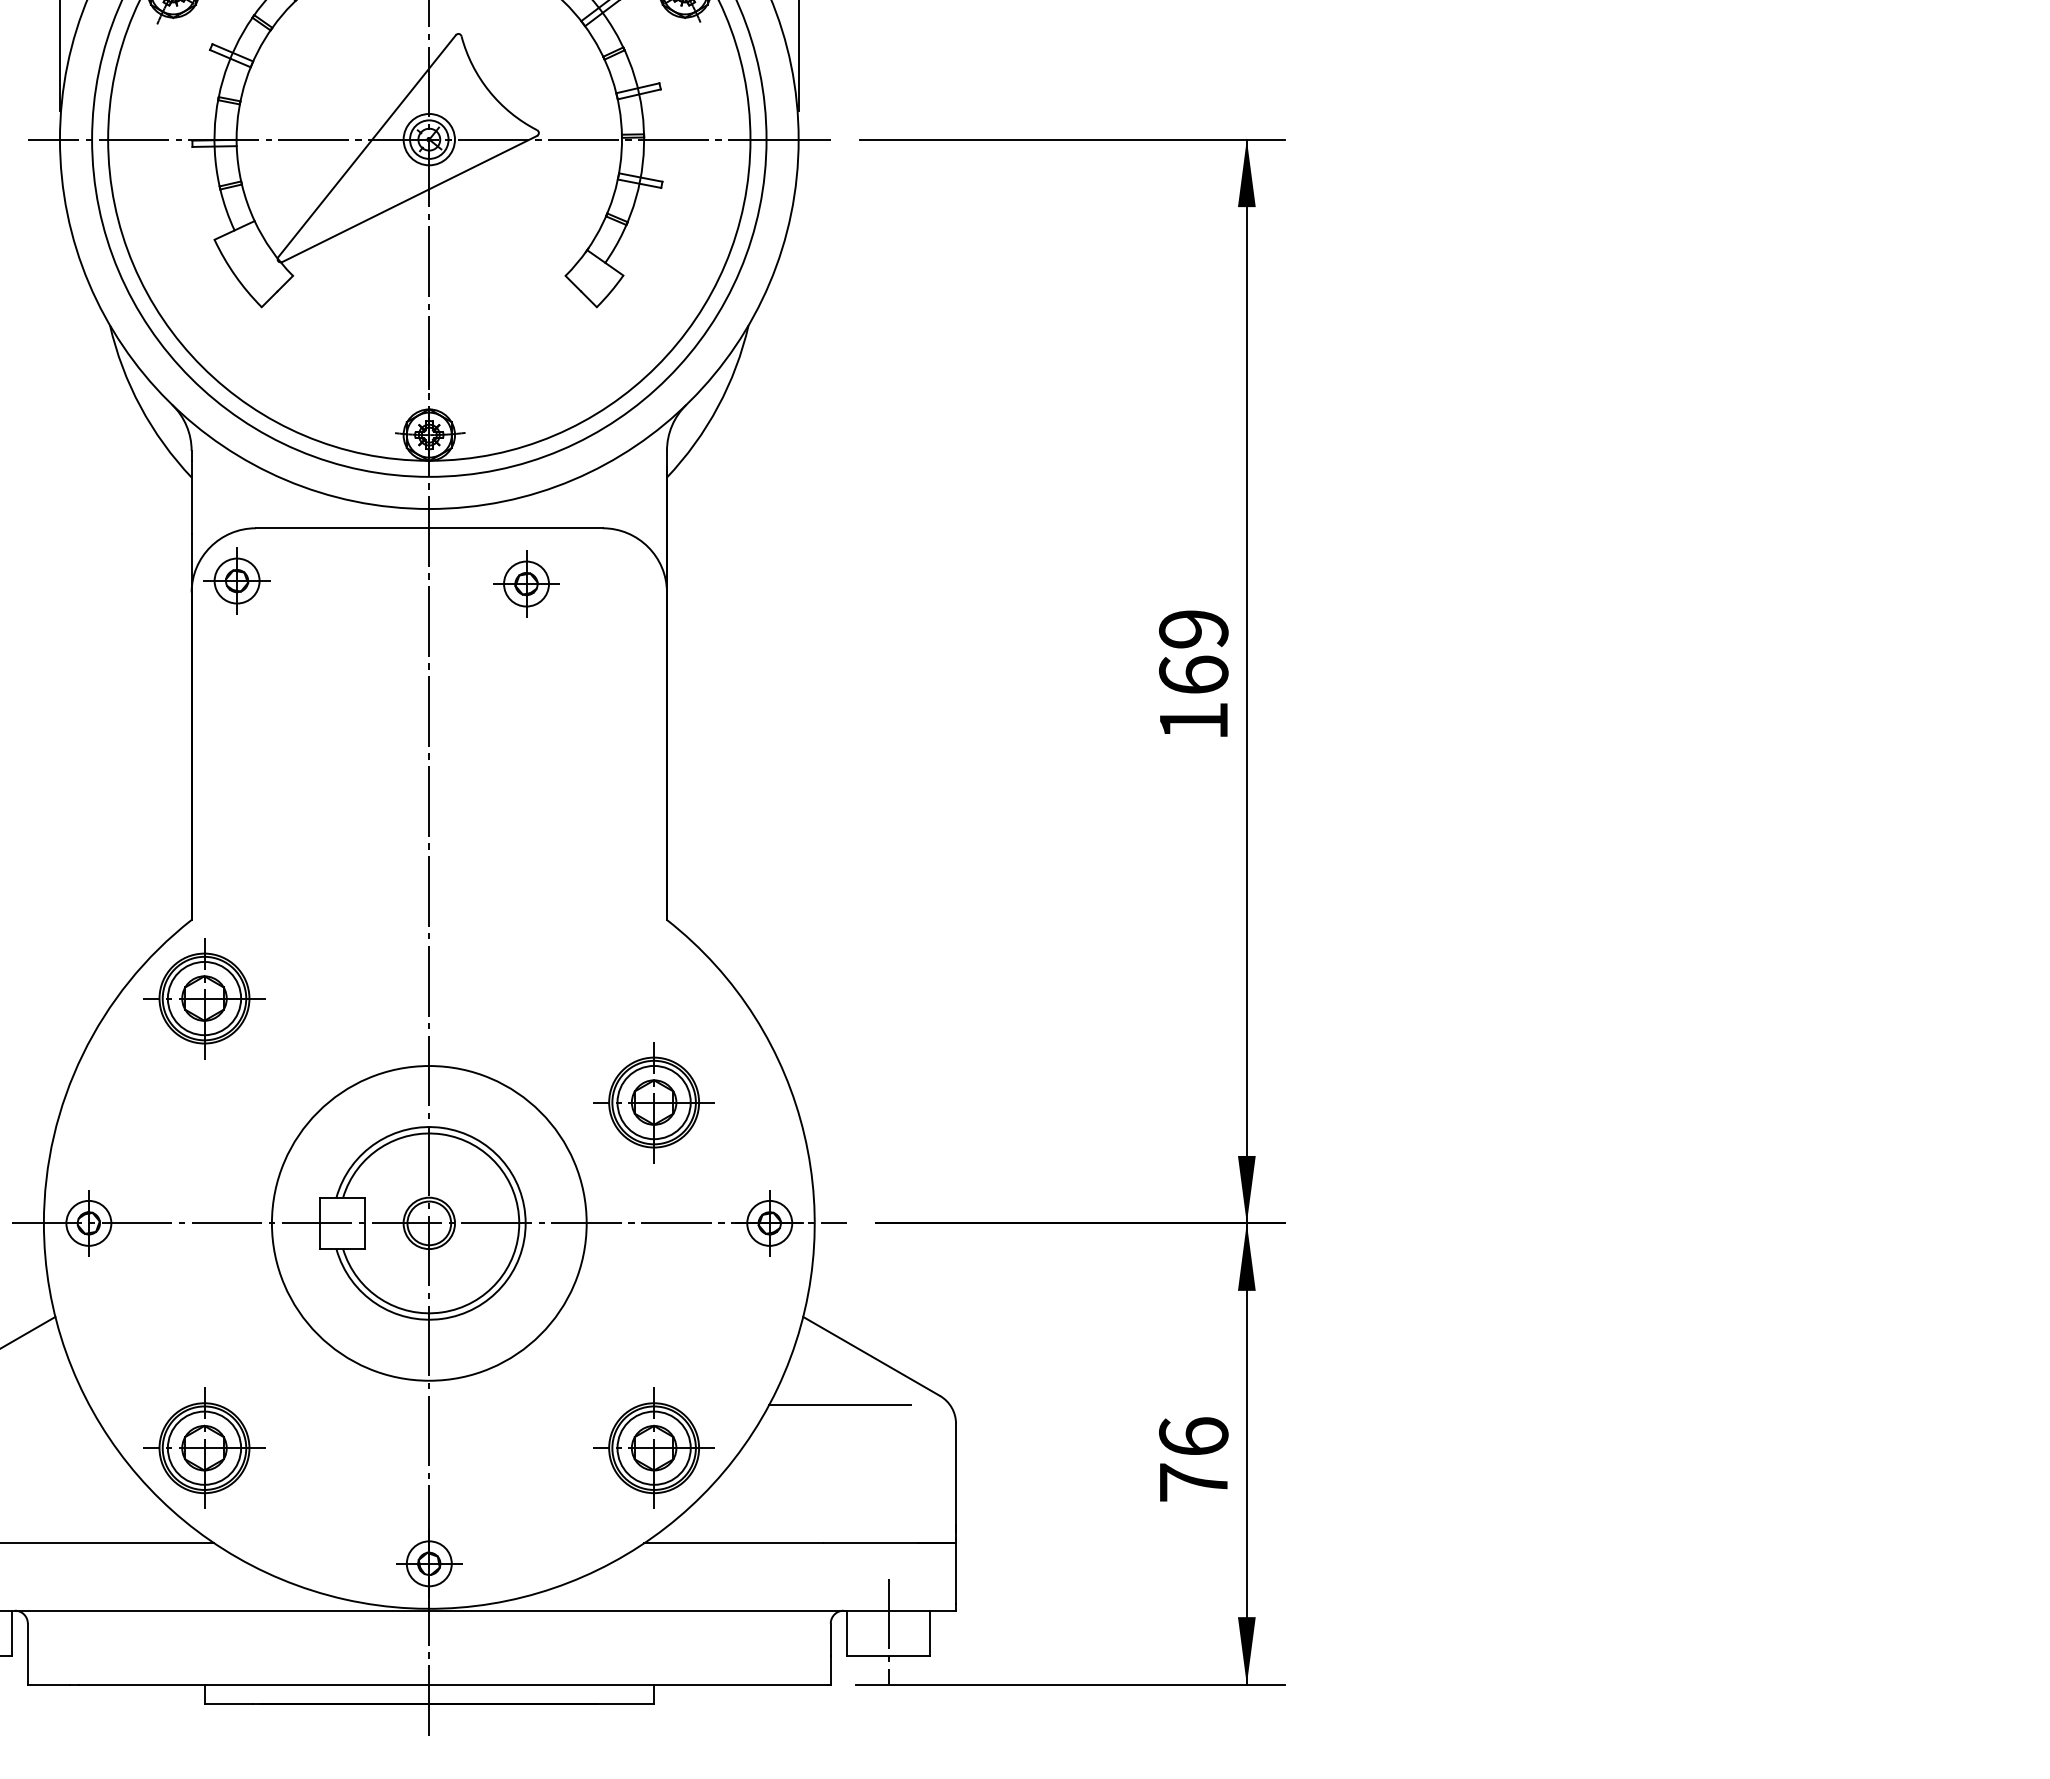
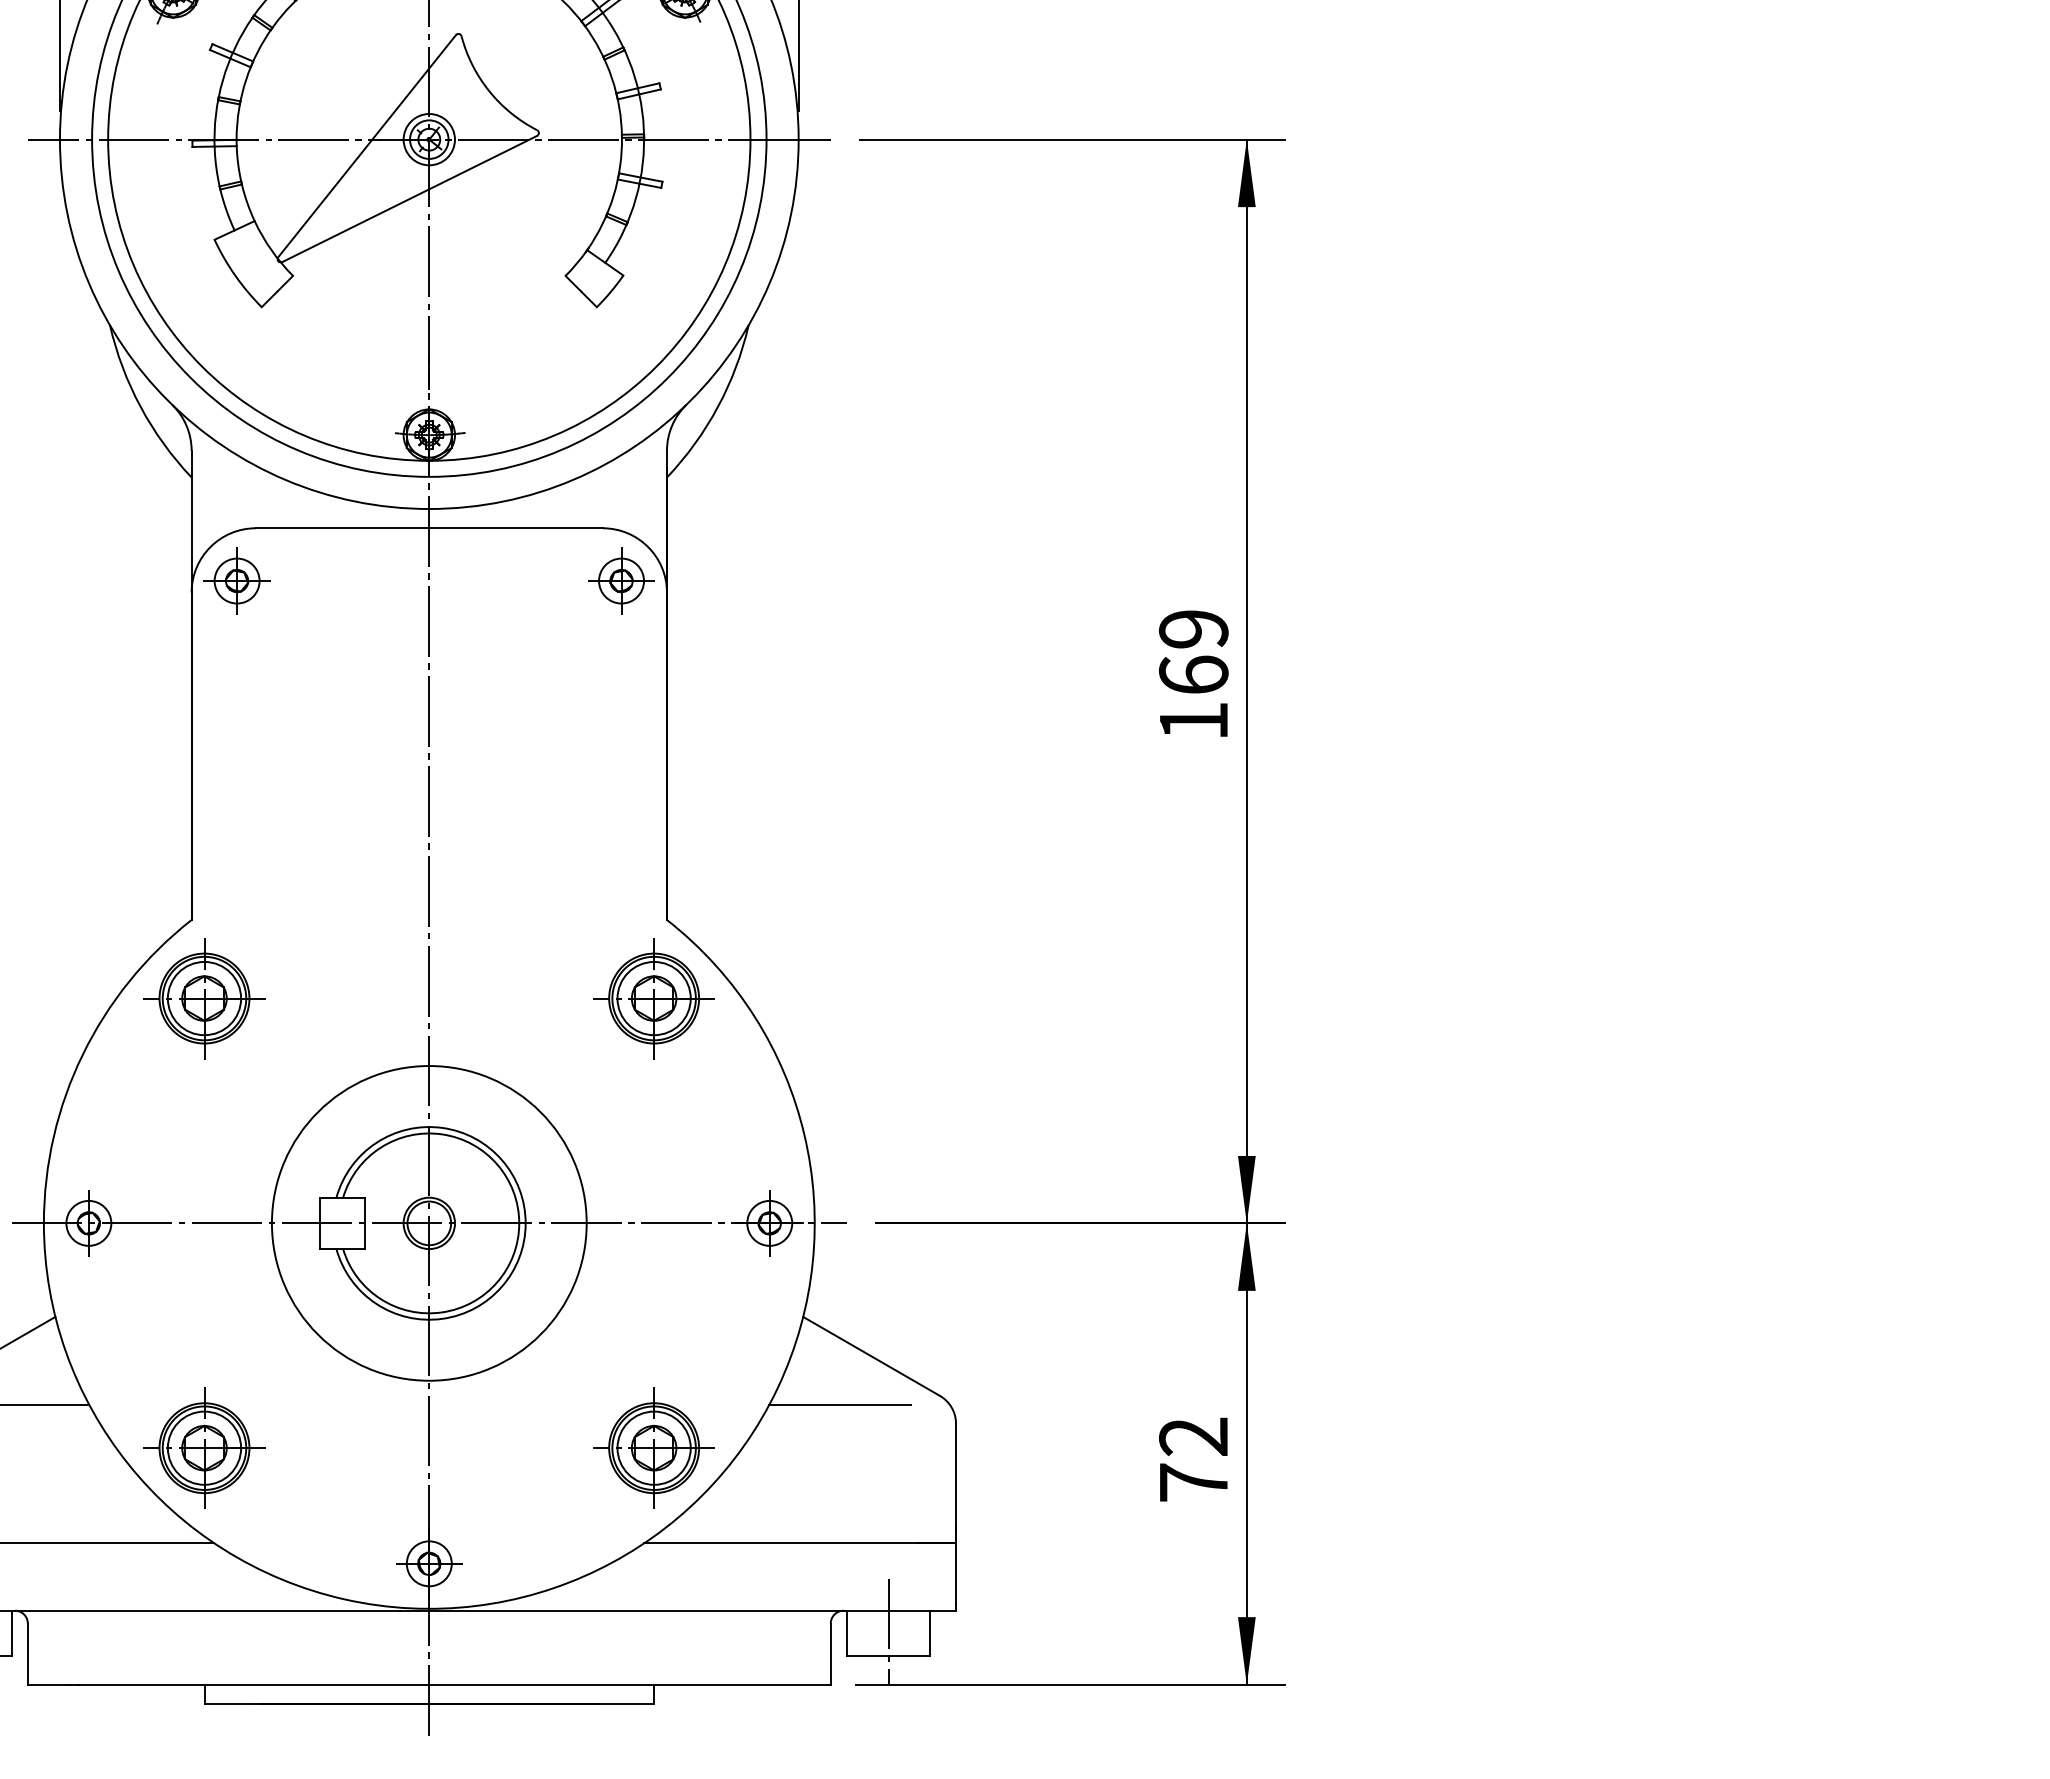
part at (526, 583) position: (526, 583) -> (621, 580)
part at (653, 1102) position: (653, 1102) -> (653, 998)
line at (45, 1405): none -> present
text at (1193, 1436): 76 -> 72
